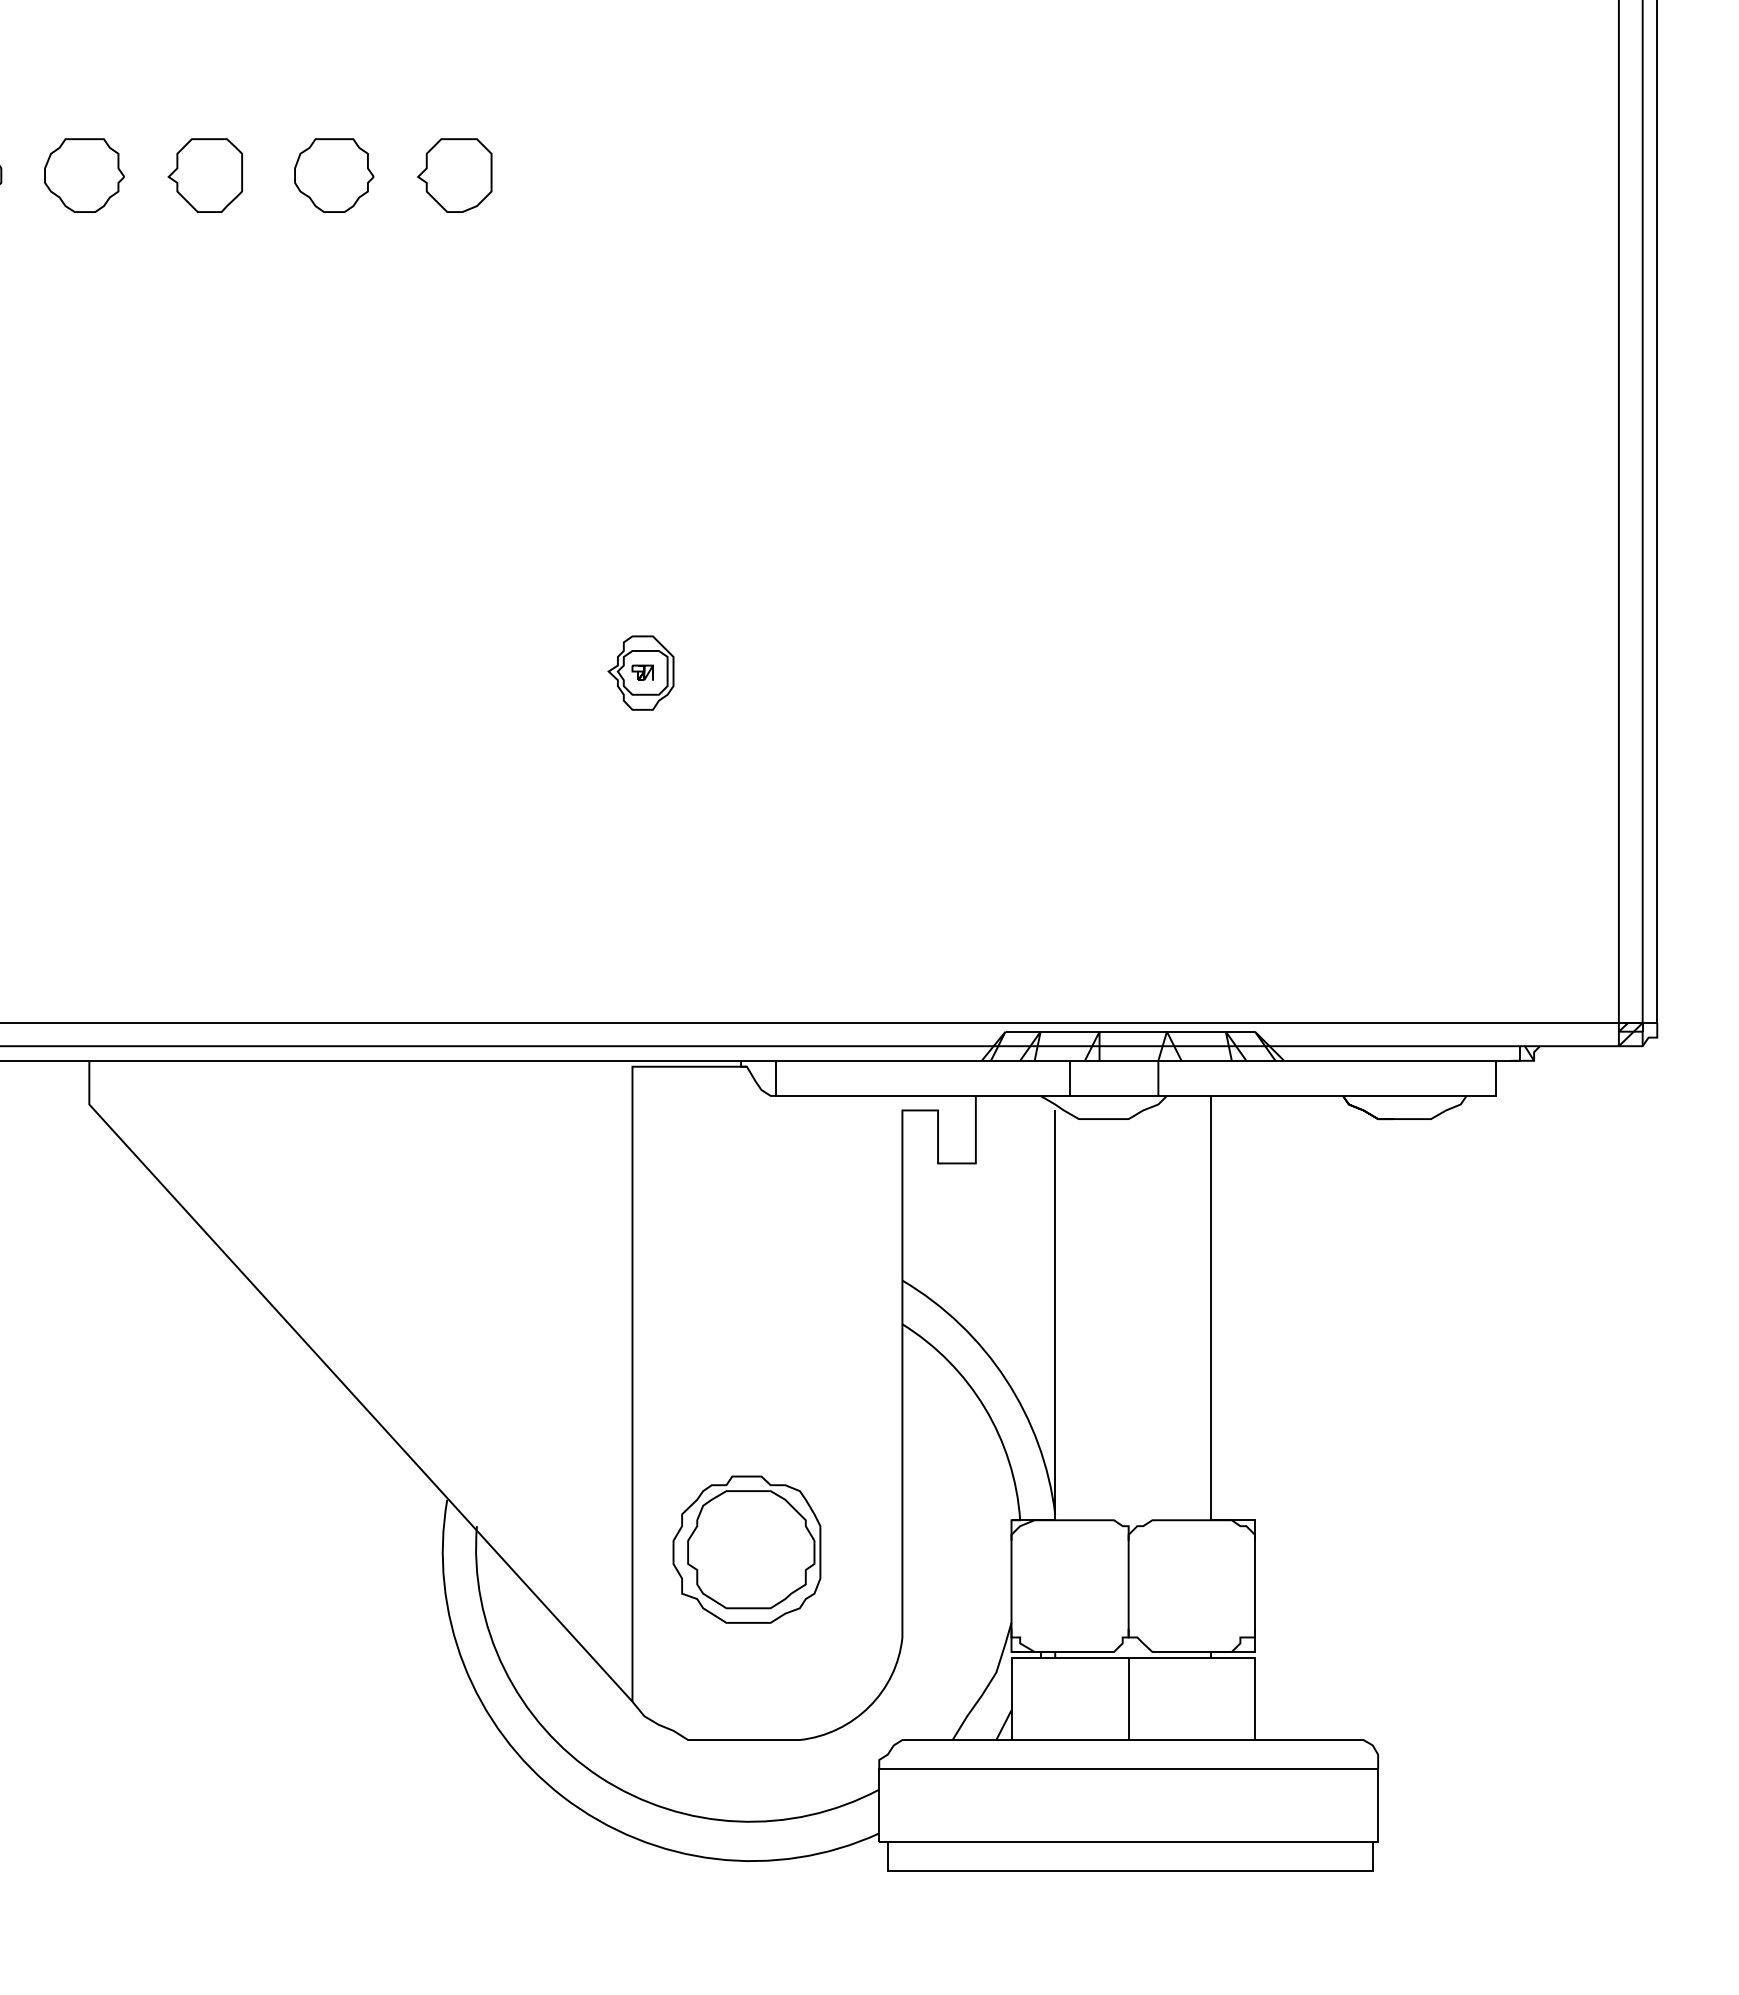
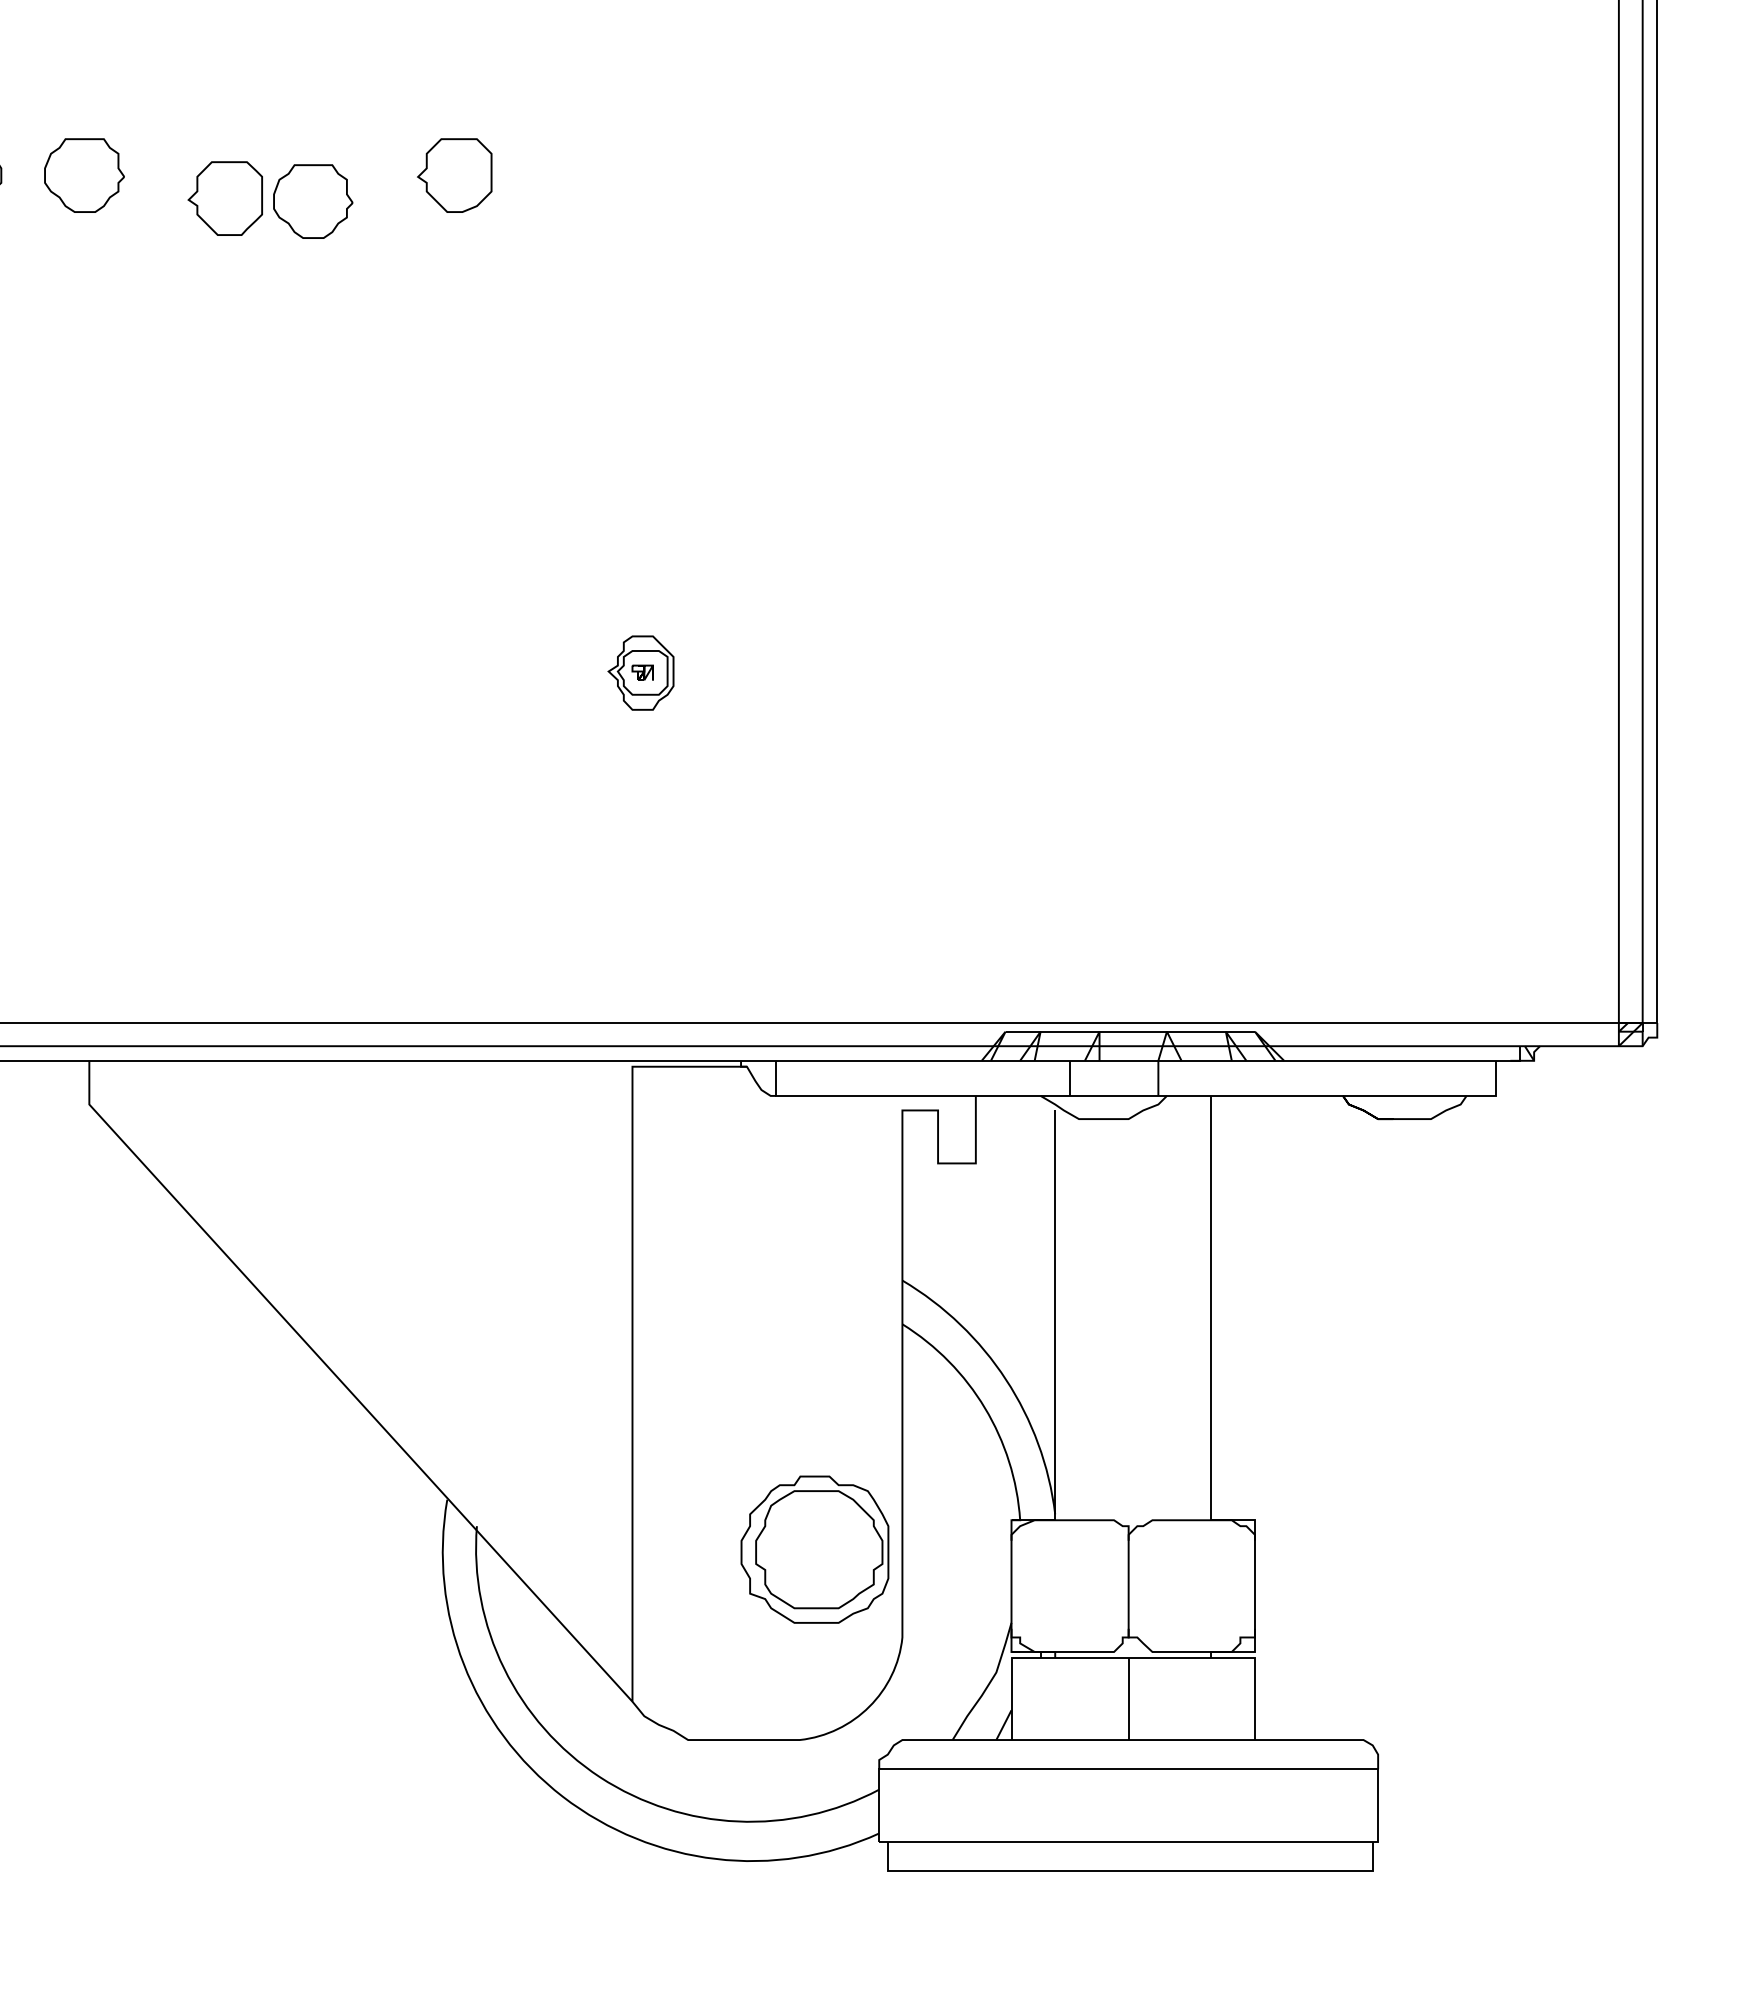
part at (204, 175) position: (204, 175) -> (224, 198)
part at (334, 175) position: (334, 175) -> (313, 201)
part at (746, 1549) position: (746, 1549) -> (814, 1549)
